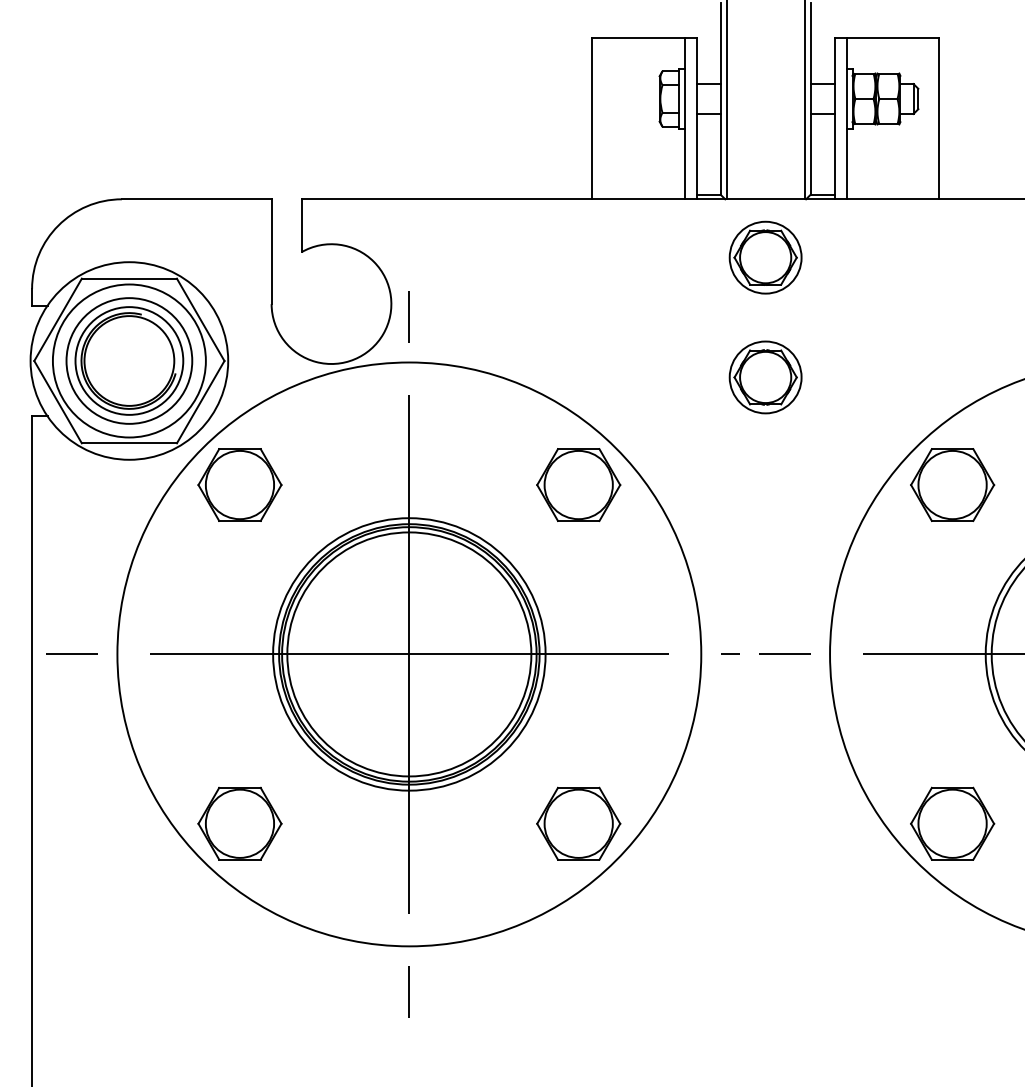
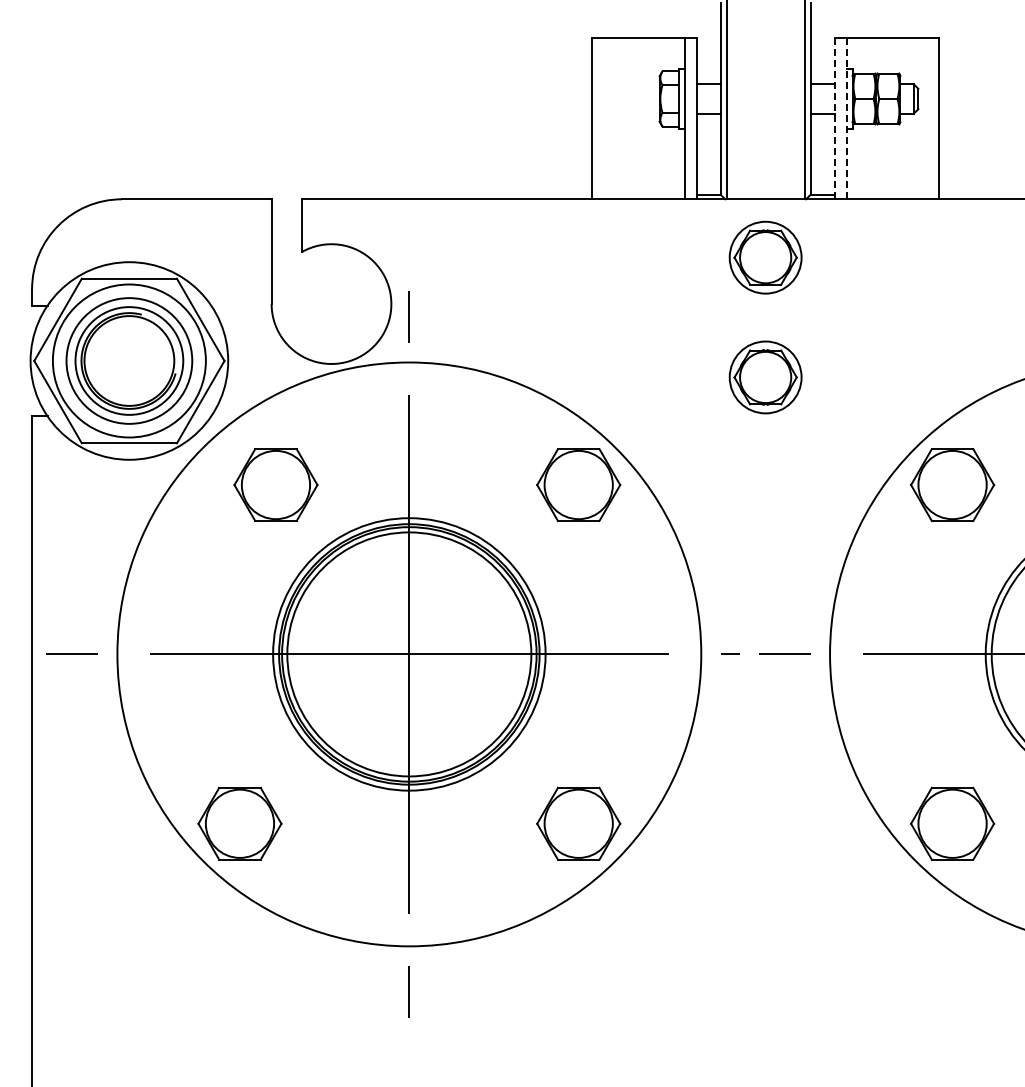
line at (834, 118): solid -> dashed
line at (846, 118): solid -> dashed
part at (239, 484) position: (239, 484) -> (275, 484)
